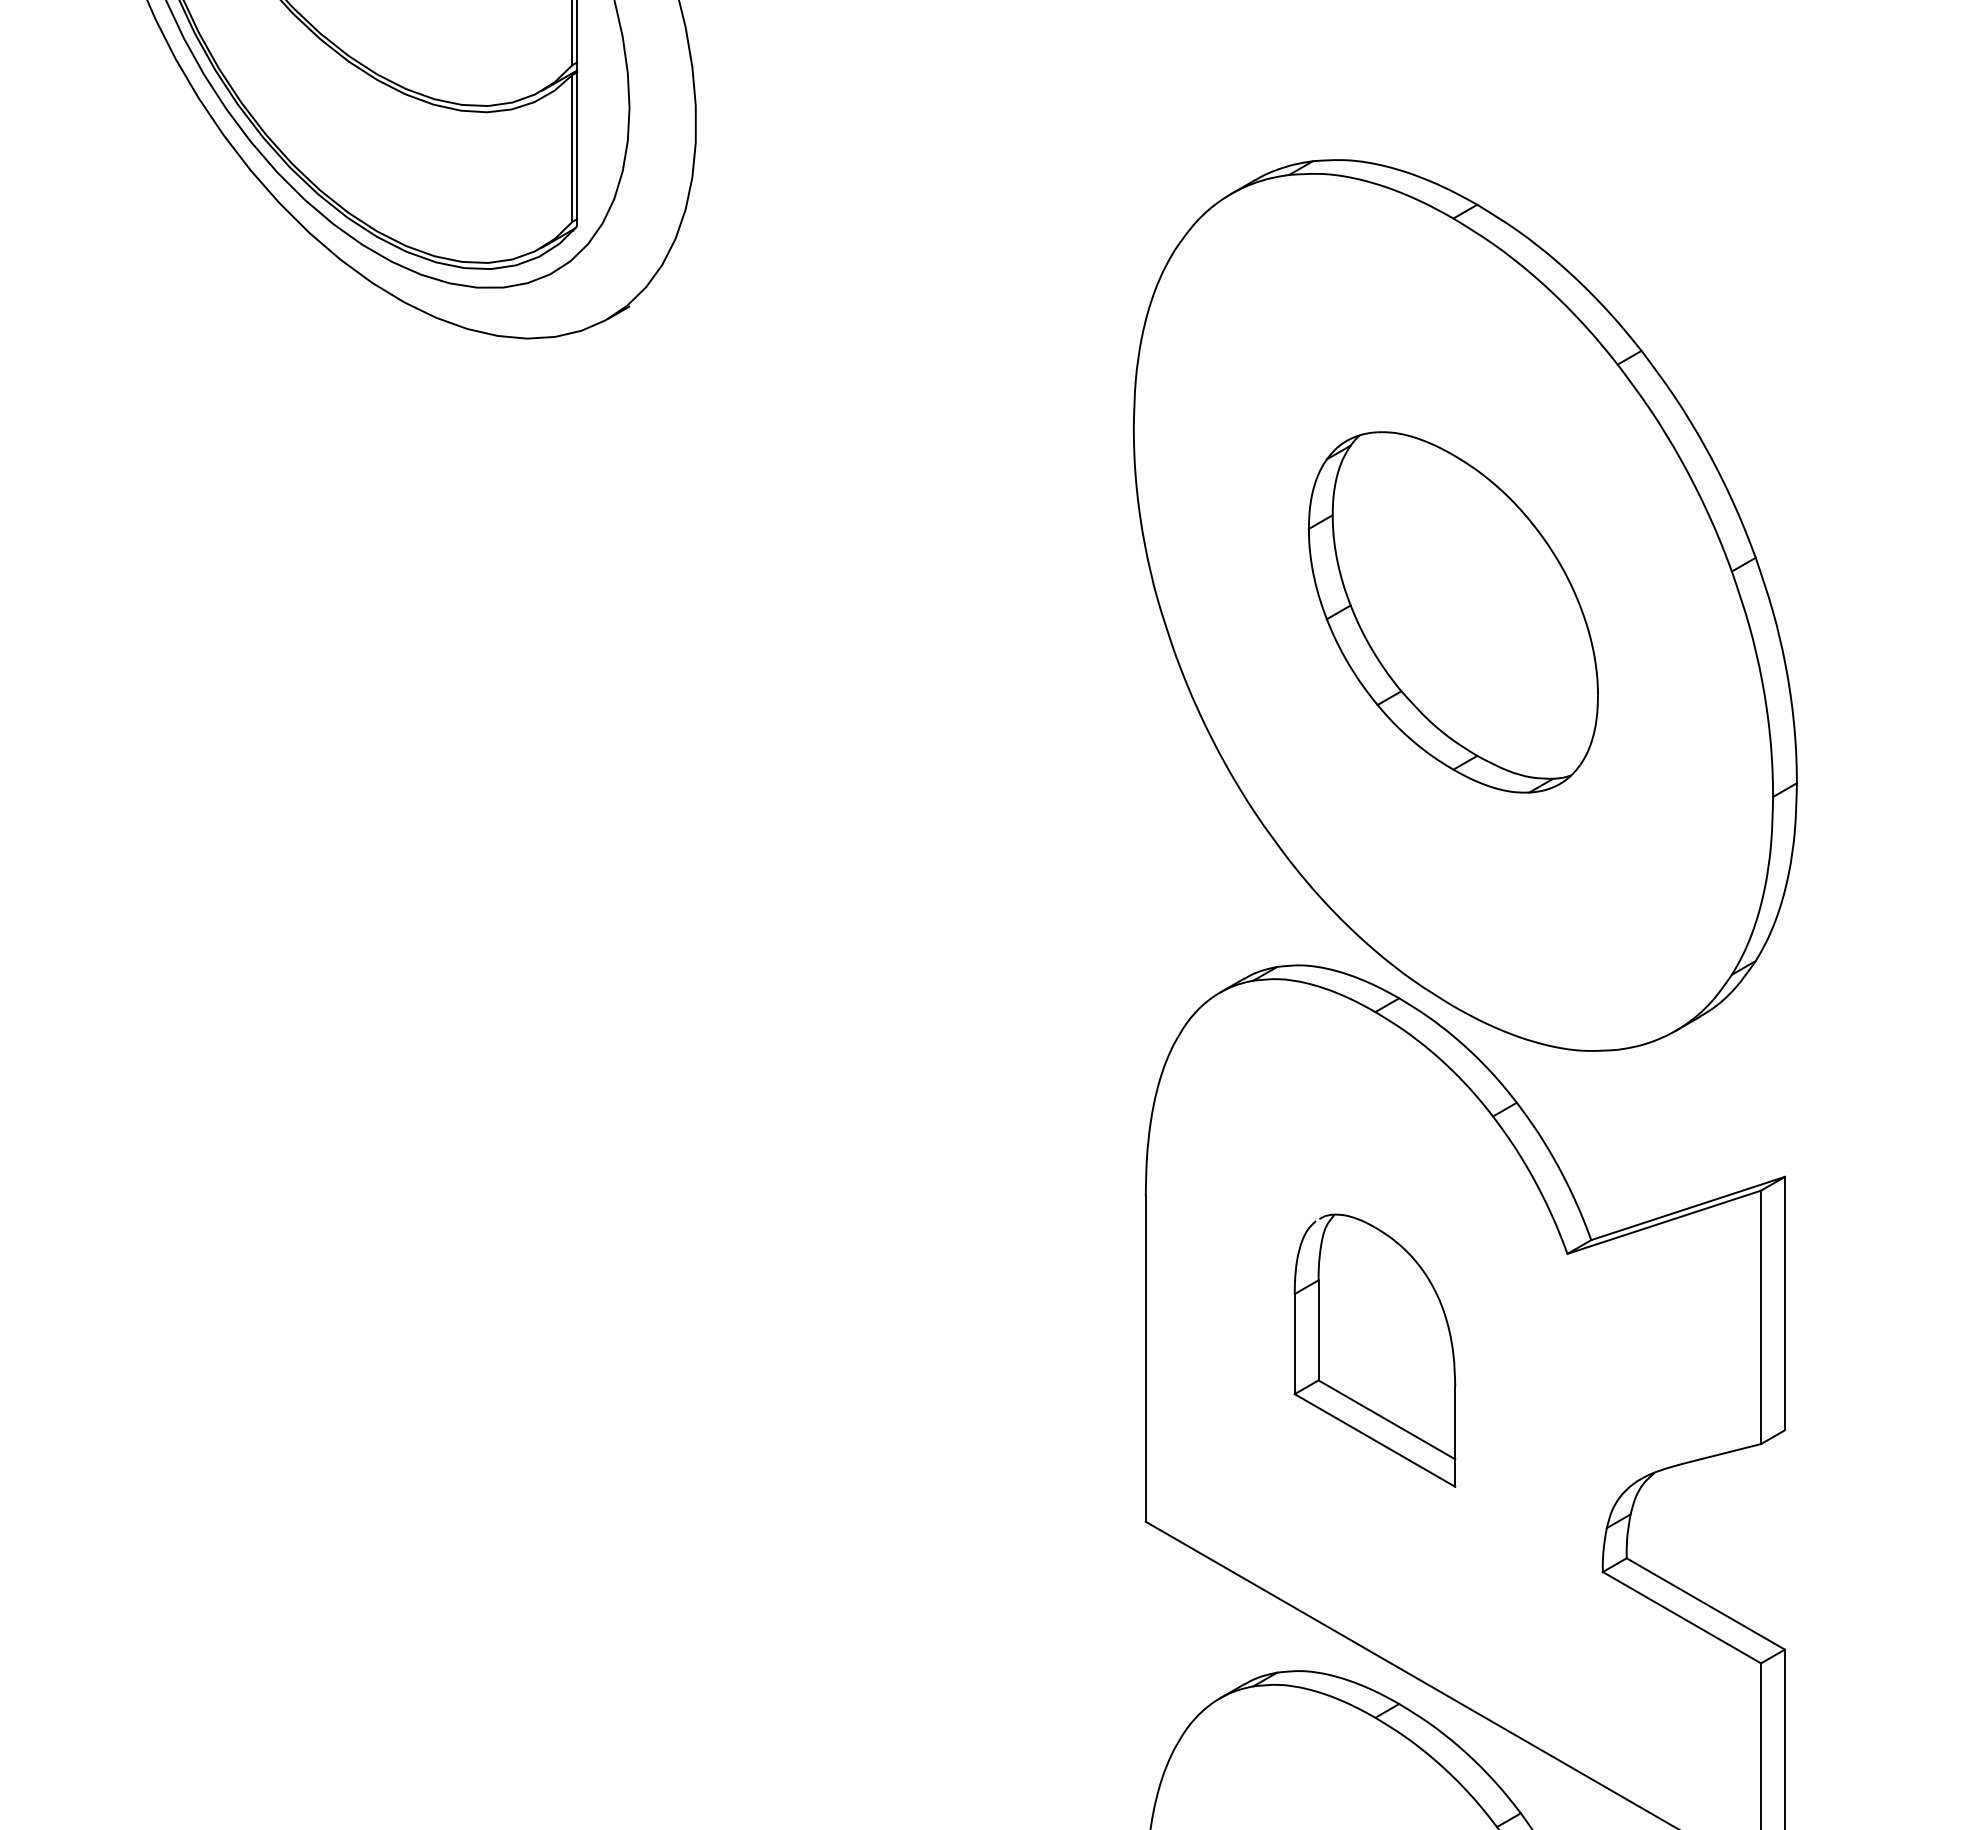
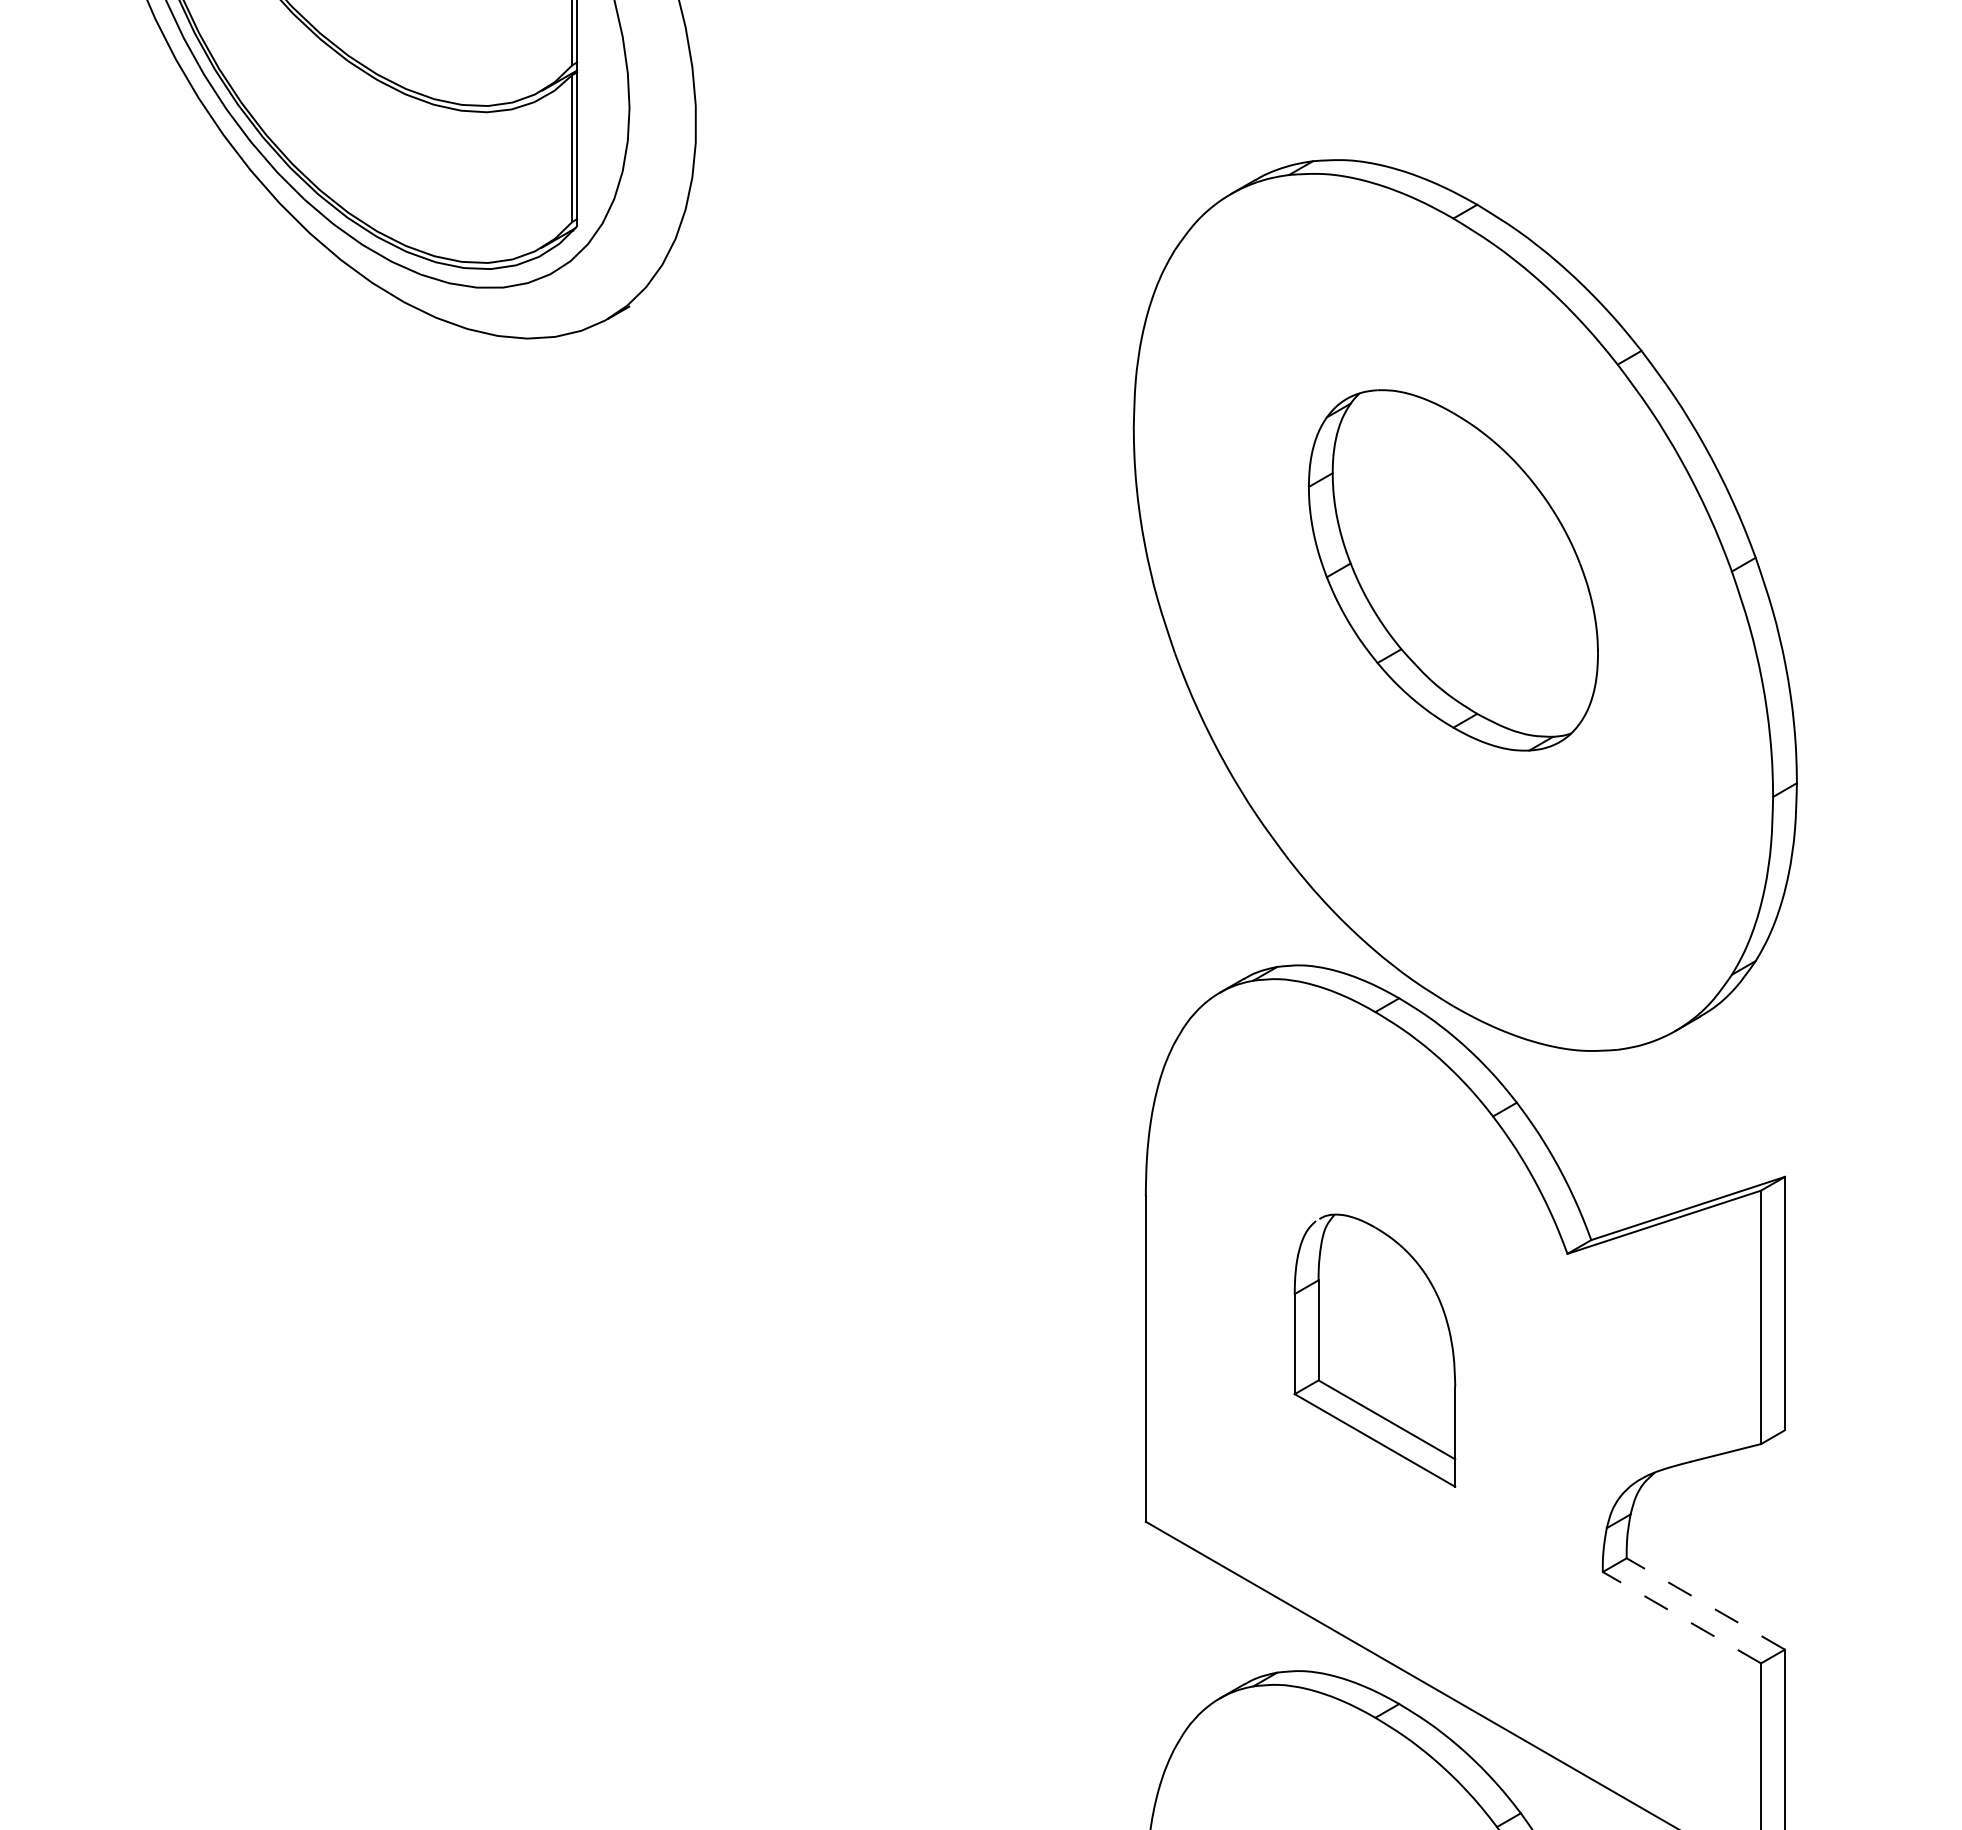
part at (1452, 612) position: (1452, 612) -> (1452, 570)
line at (1705, 1603): solid -> dashed
line at (1681, 1617): solid -> dashed
